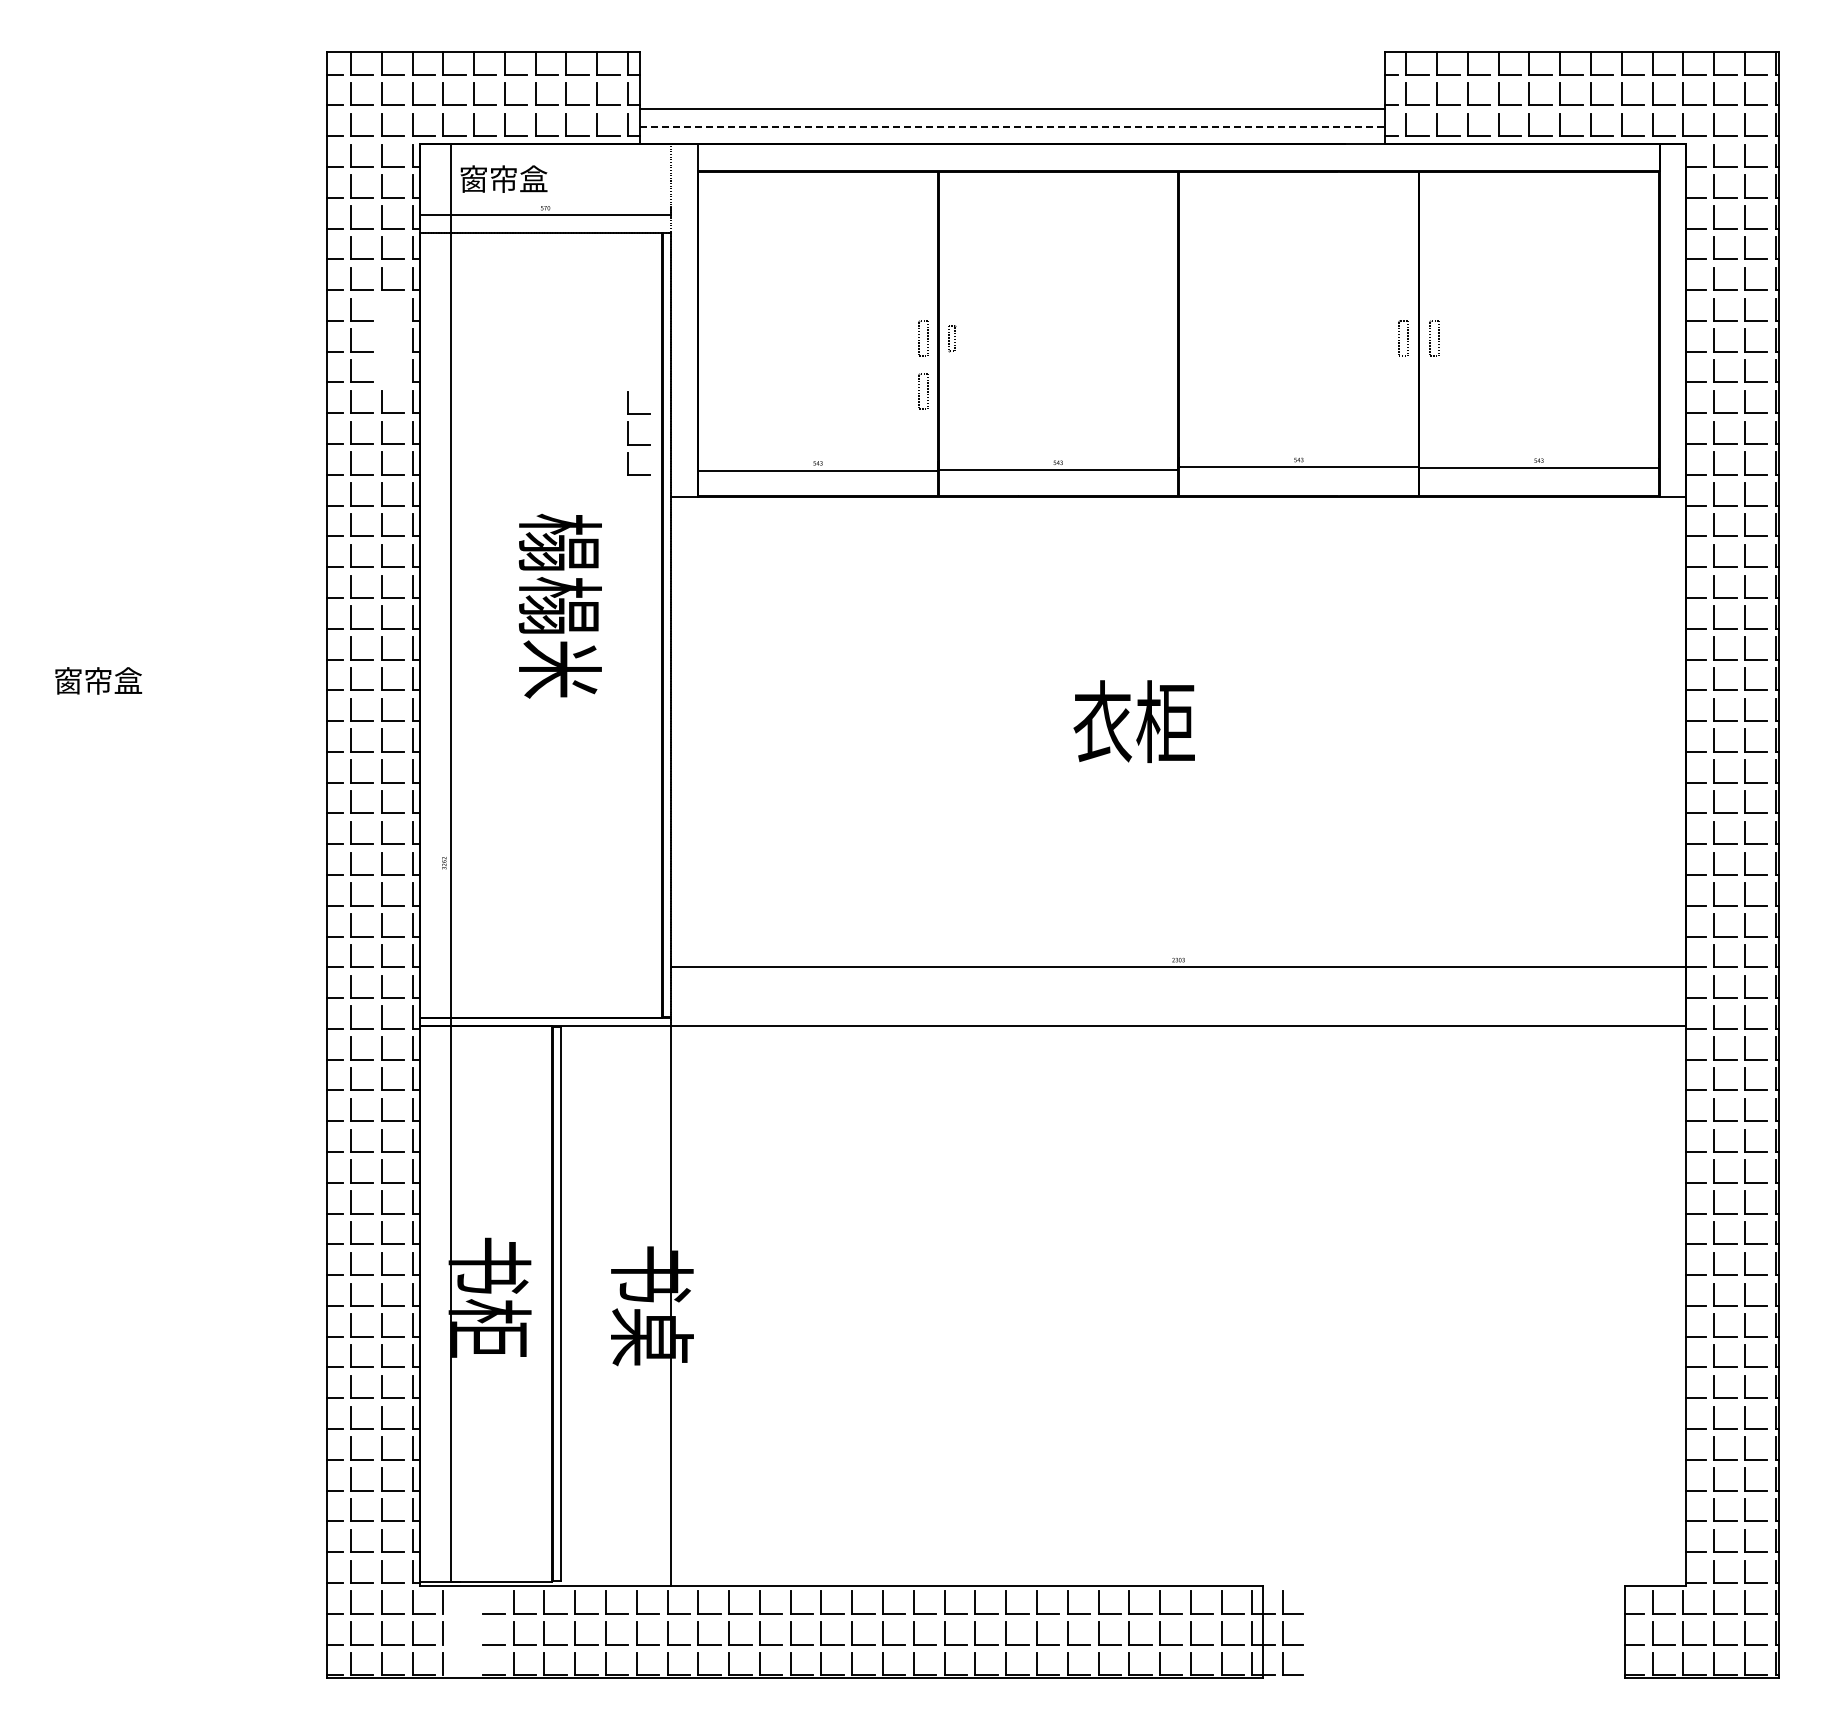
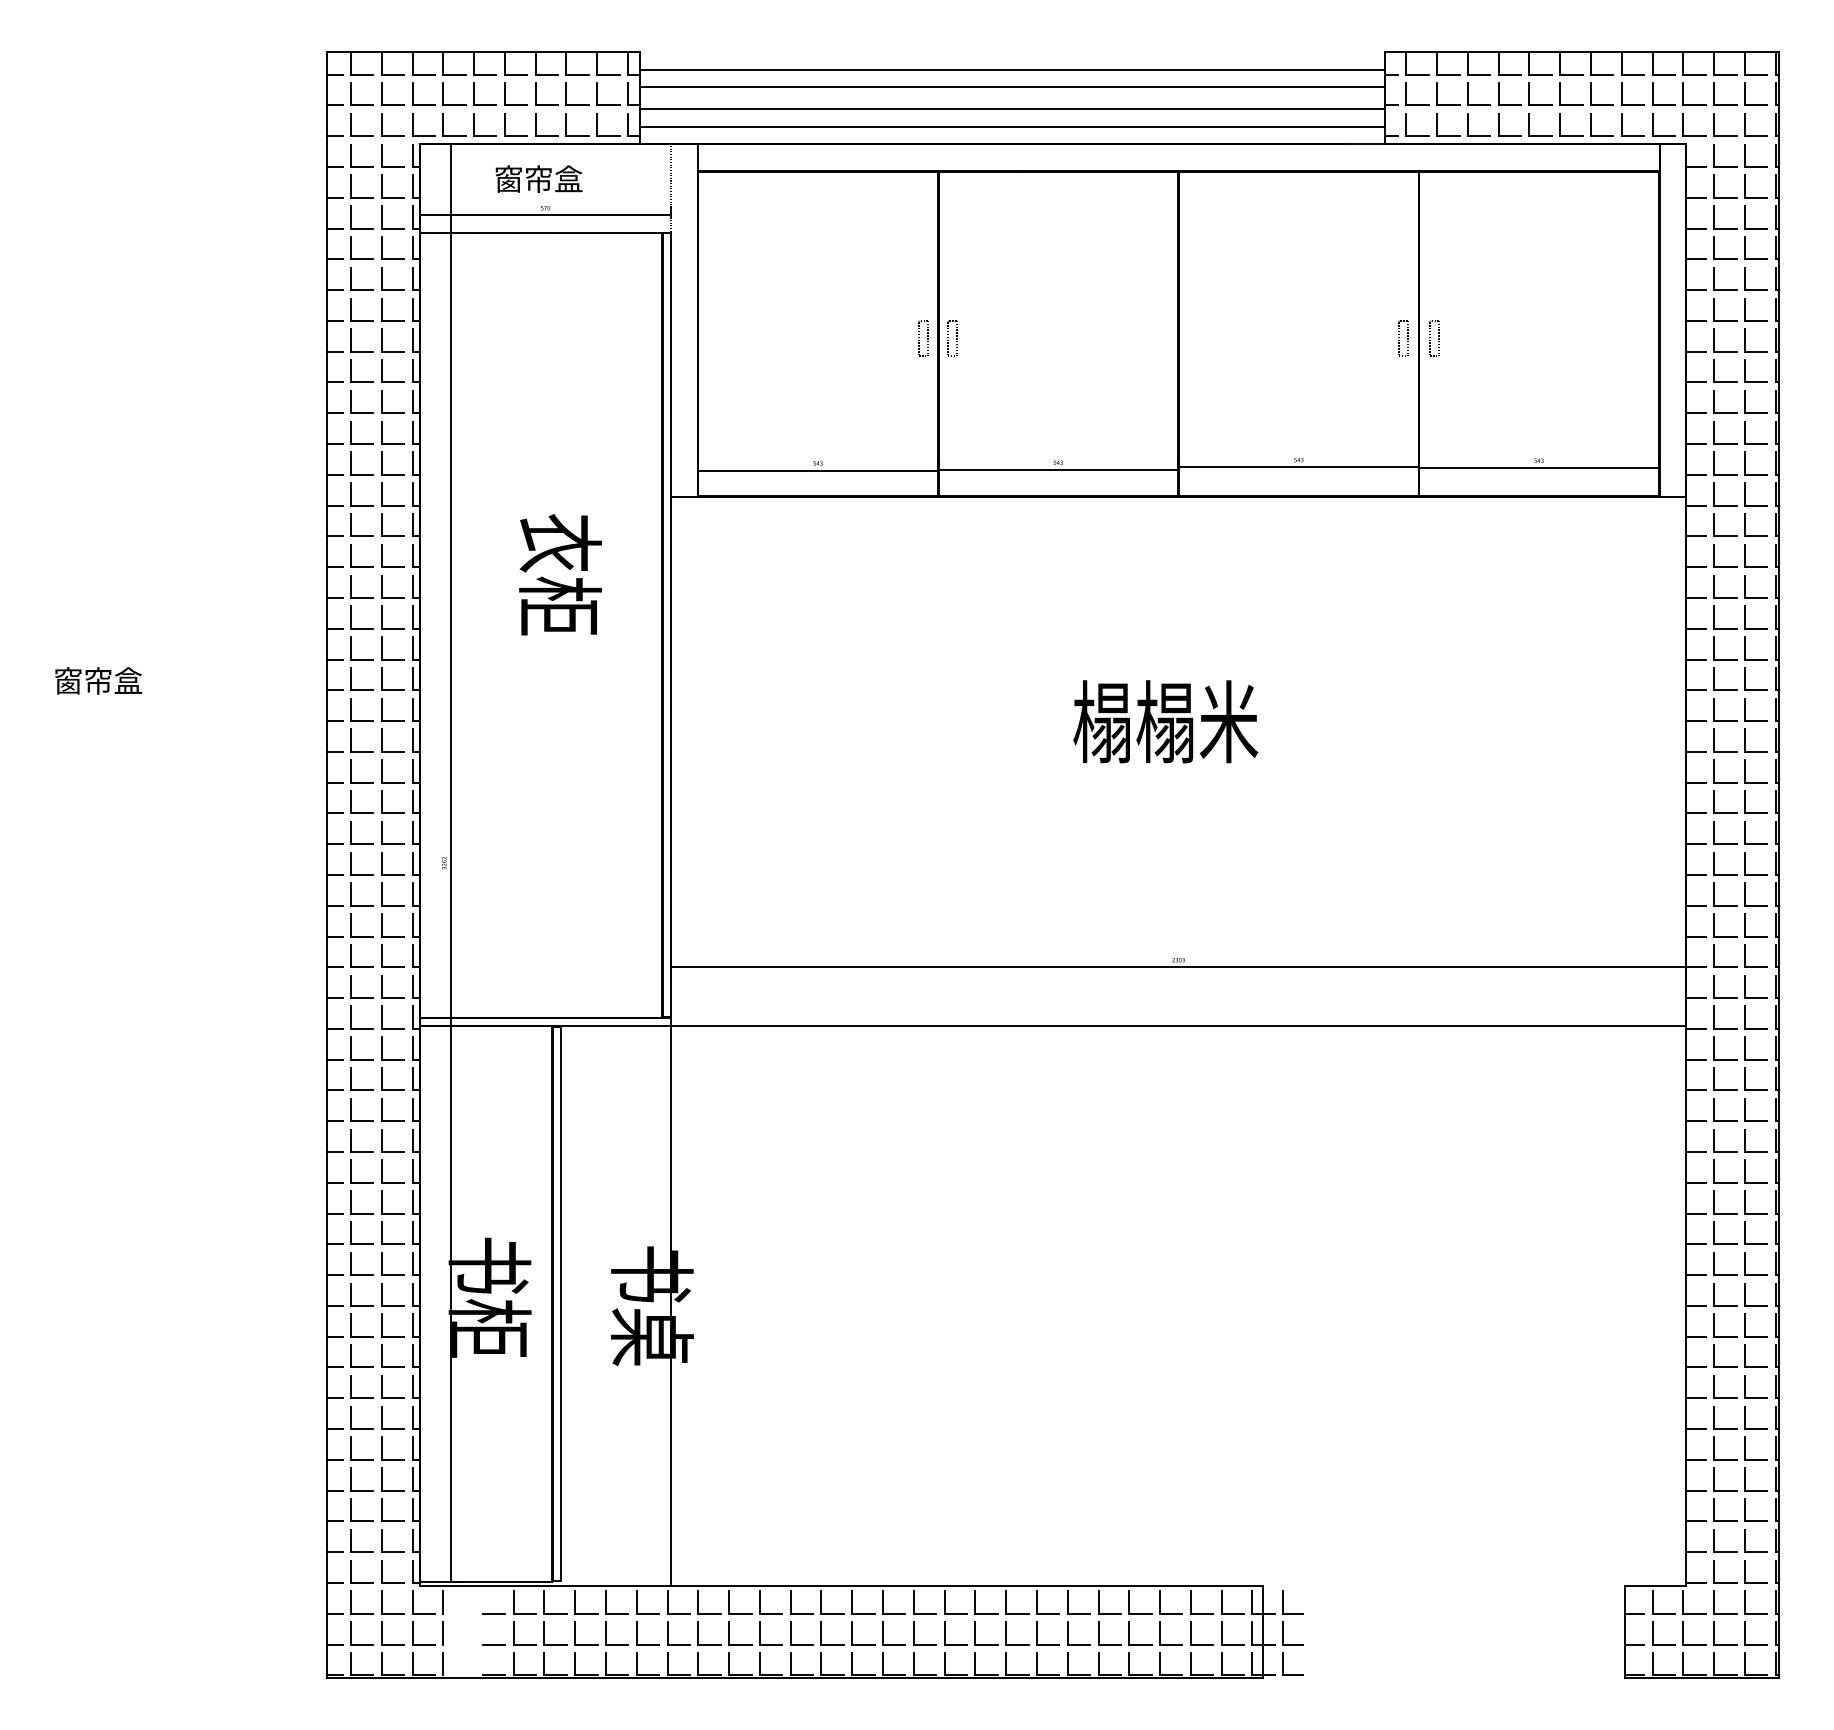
line at (1012, 69): none -> present
line at (1012, 87): none -> present
line at (1013, 126): dashed -> solid
text at (503, 178) position: (503, 178) -> (538, 178)
part at (952, 338) size: 9x28 px -> 11x37 px
part at (923, 391): present -> none
part at (628, 433) position: (628, 433) -> (382, 340)
text at (559, 605): 榻榻米 -> 衣柜
text at (1165, 721): 衣柜 -> 榻榻米
